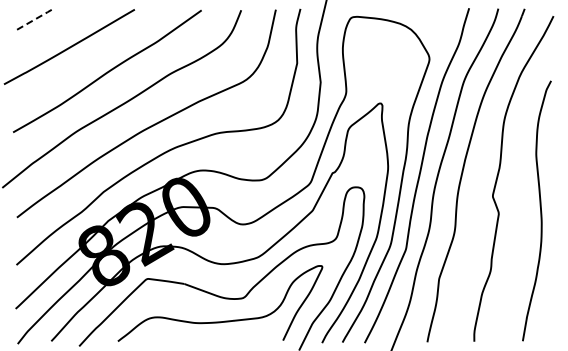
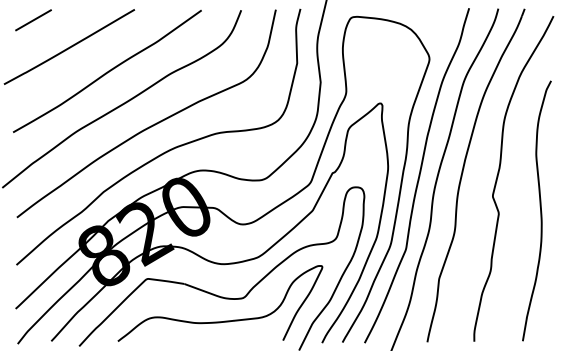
line at (34, 19): dashed -> solid
